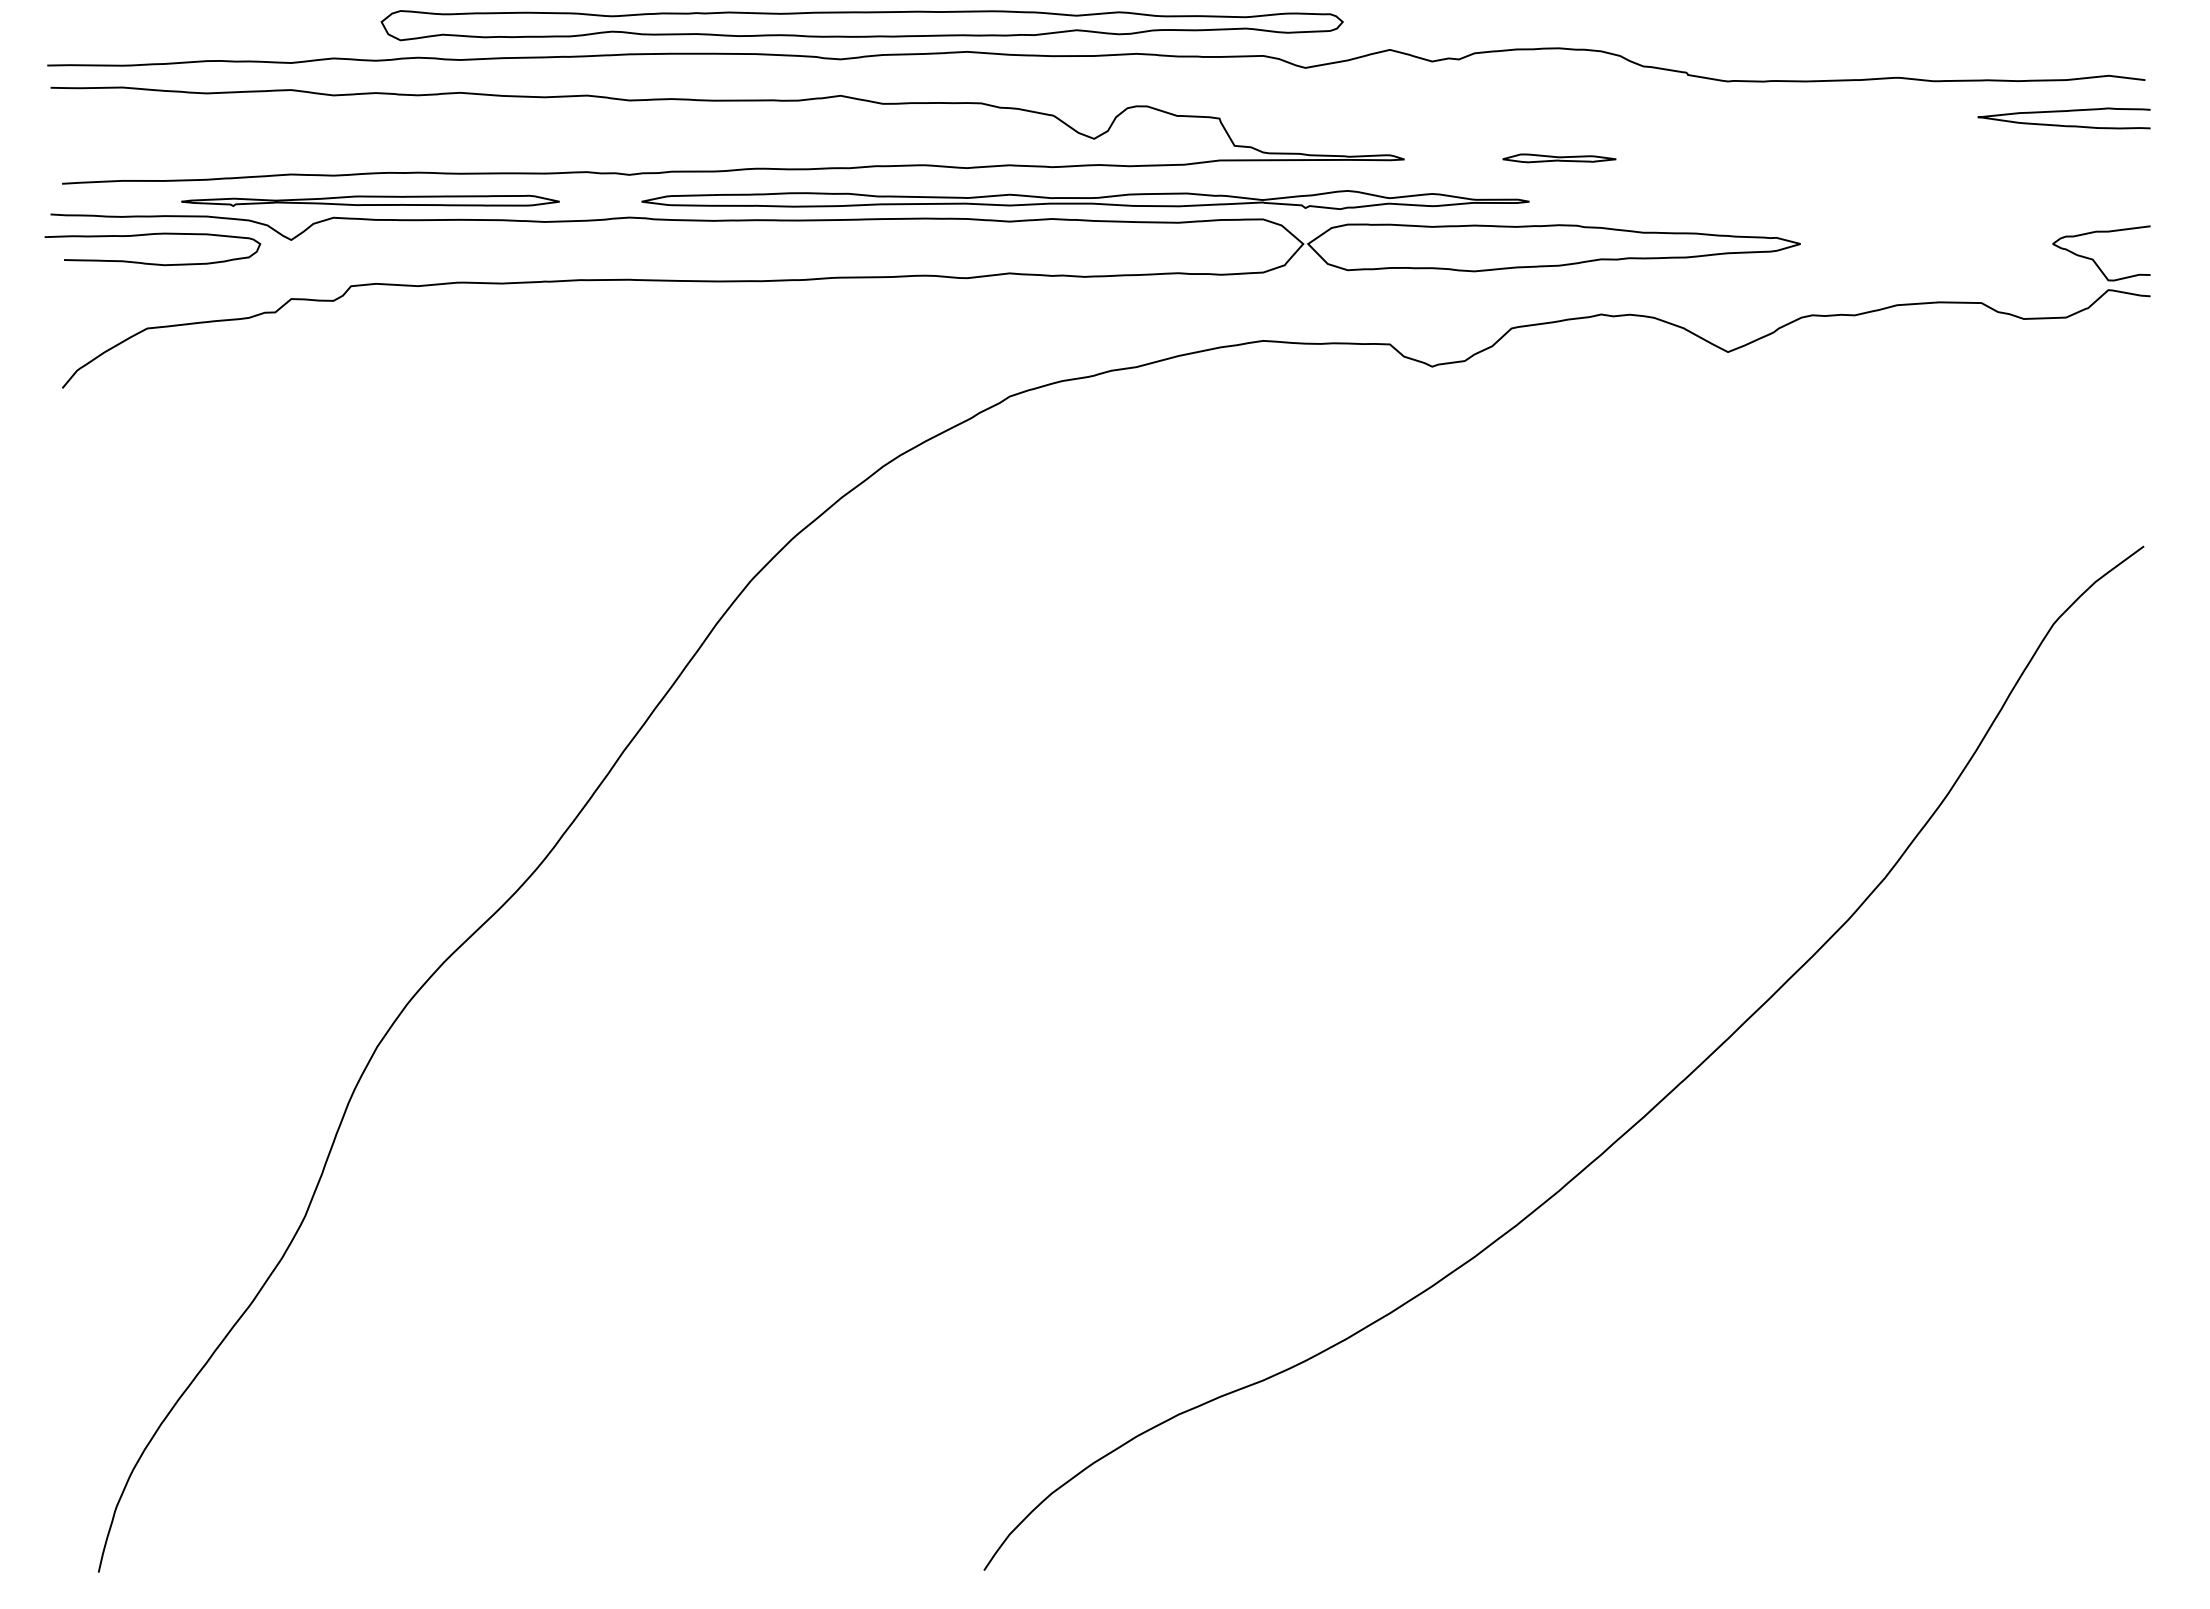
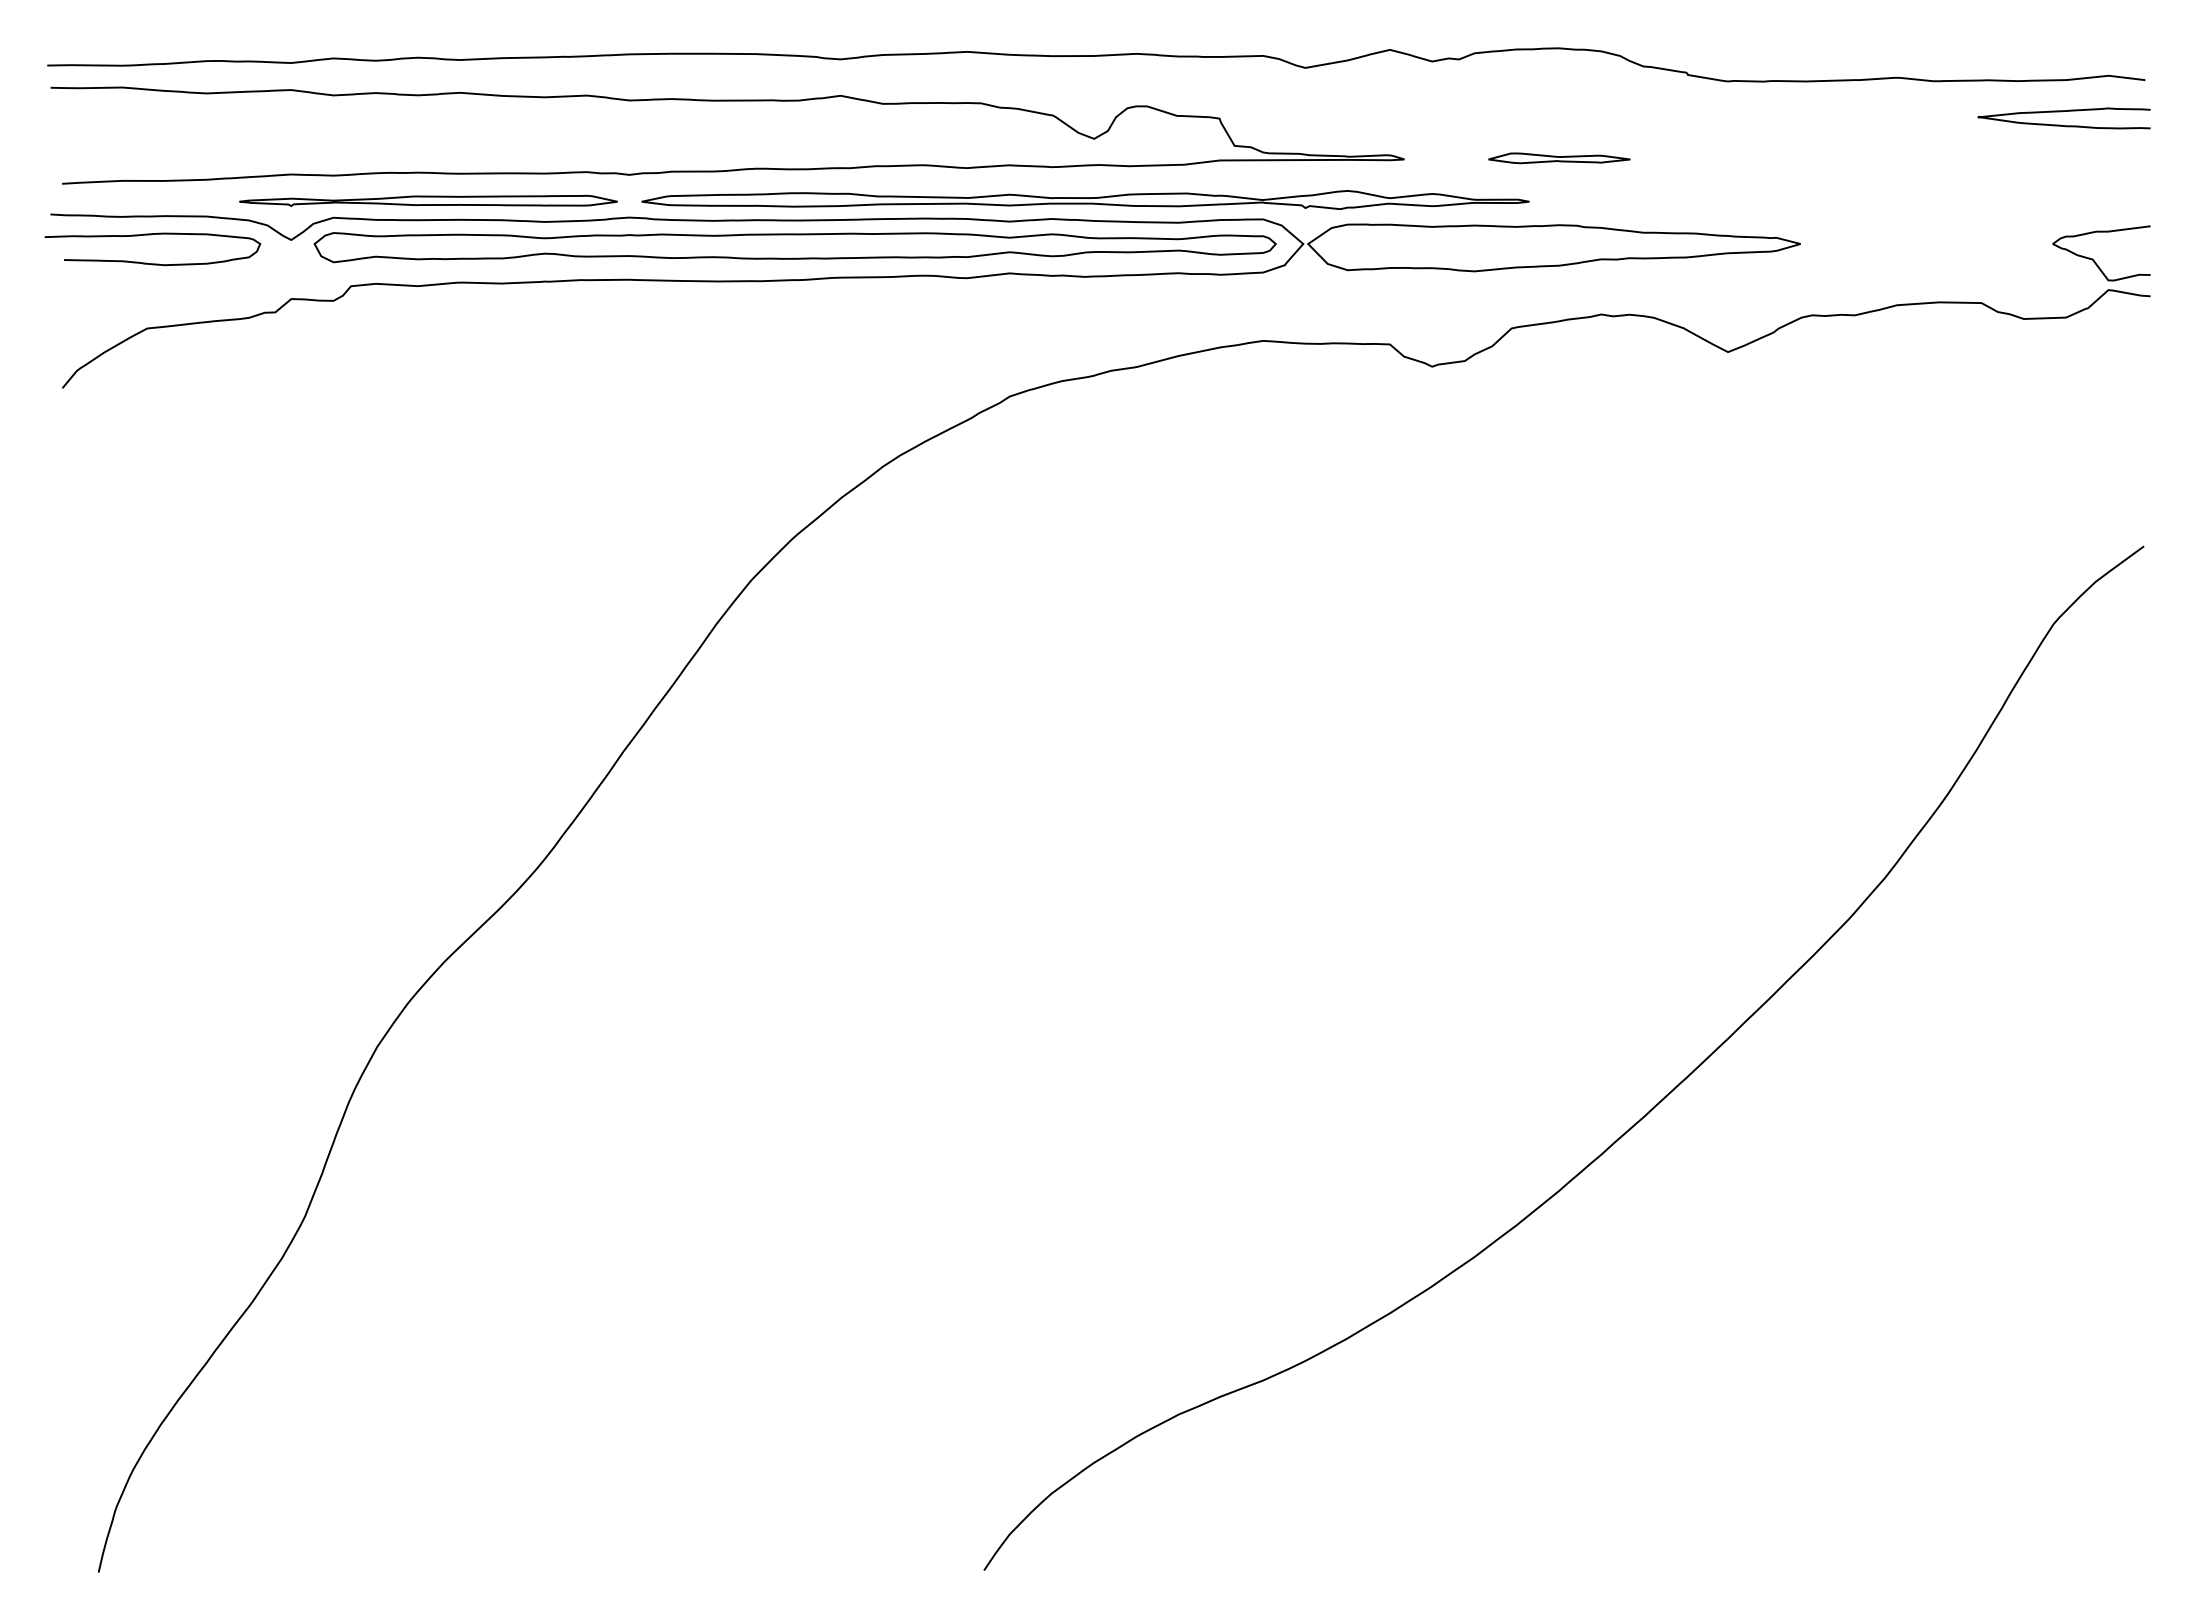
part at (861, 25) position: (861, 25) -> (794, 247)
part at (1559, 158) size: 115x11 px -> 143x13 px
part at (370, 200) position: (370, 200) -> (428, 200)
